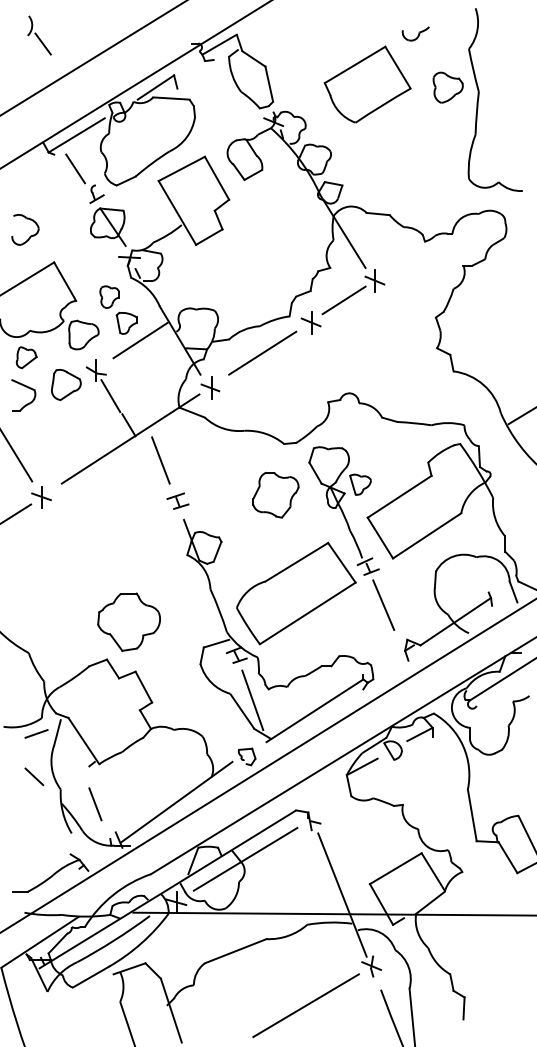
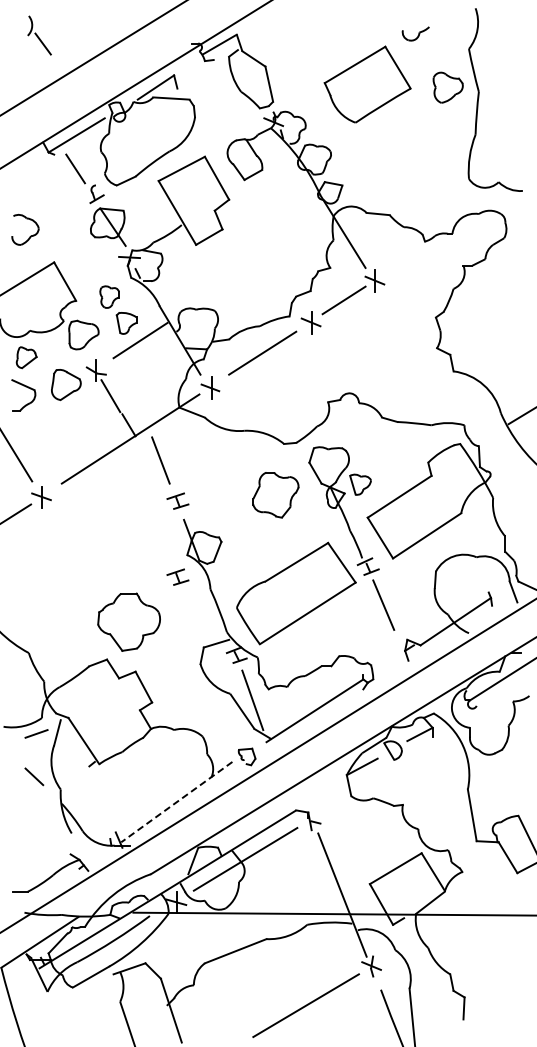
part at (177, 576): none -> present
line at (176, 802): solid -> dashed
line at (95, 804): present -> none
